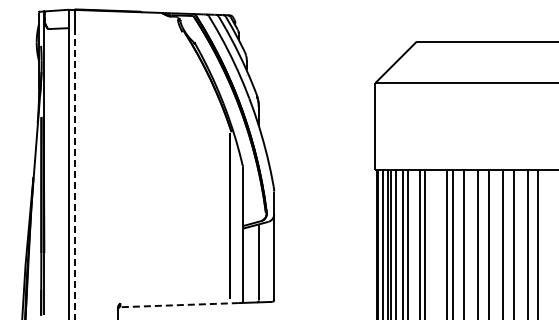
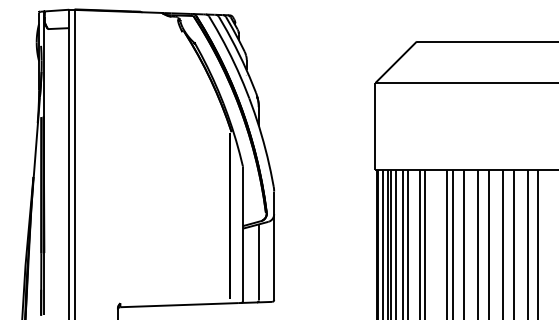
line at (74, 174): dashed -> solid
line at (179, 305): dashed -> solid
